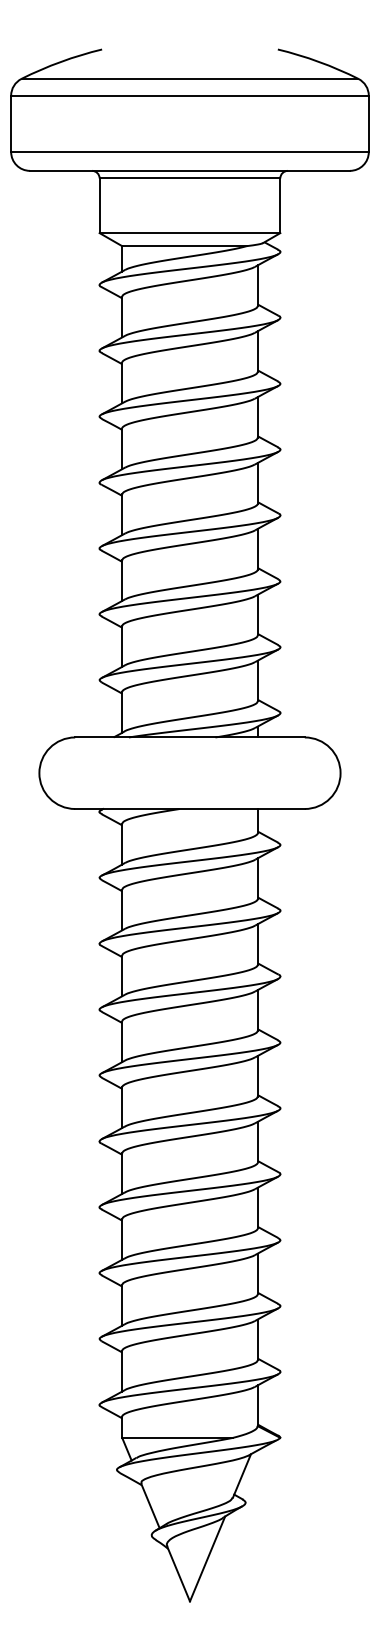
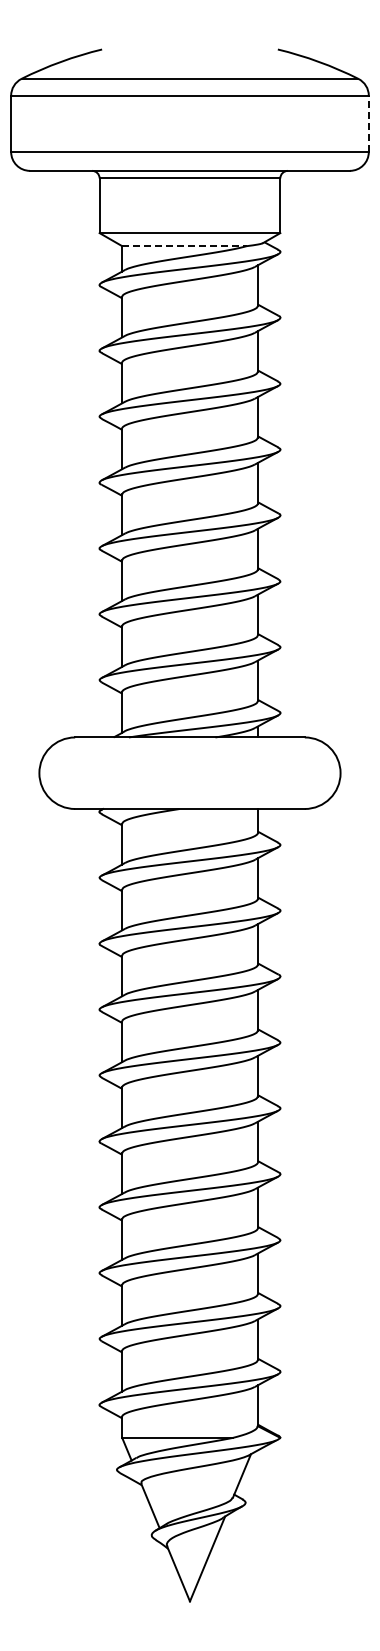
line at (368, 123): solid -> dashed
line at (184, 246): solid -> dashed
